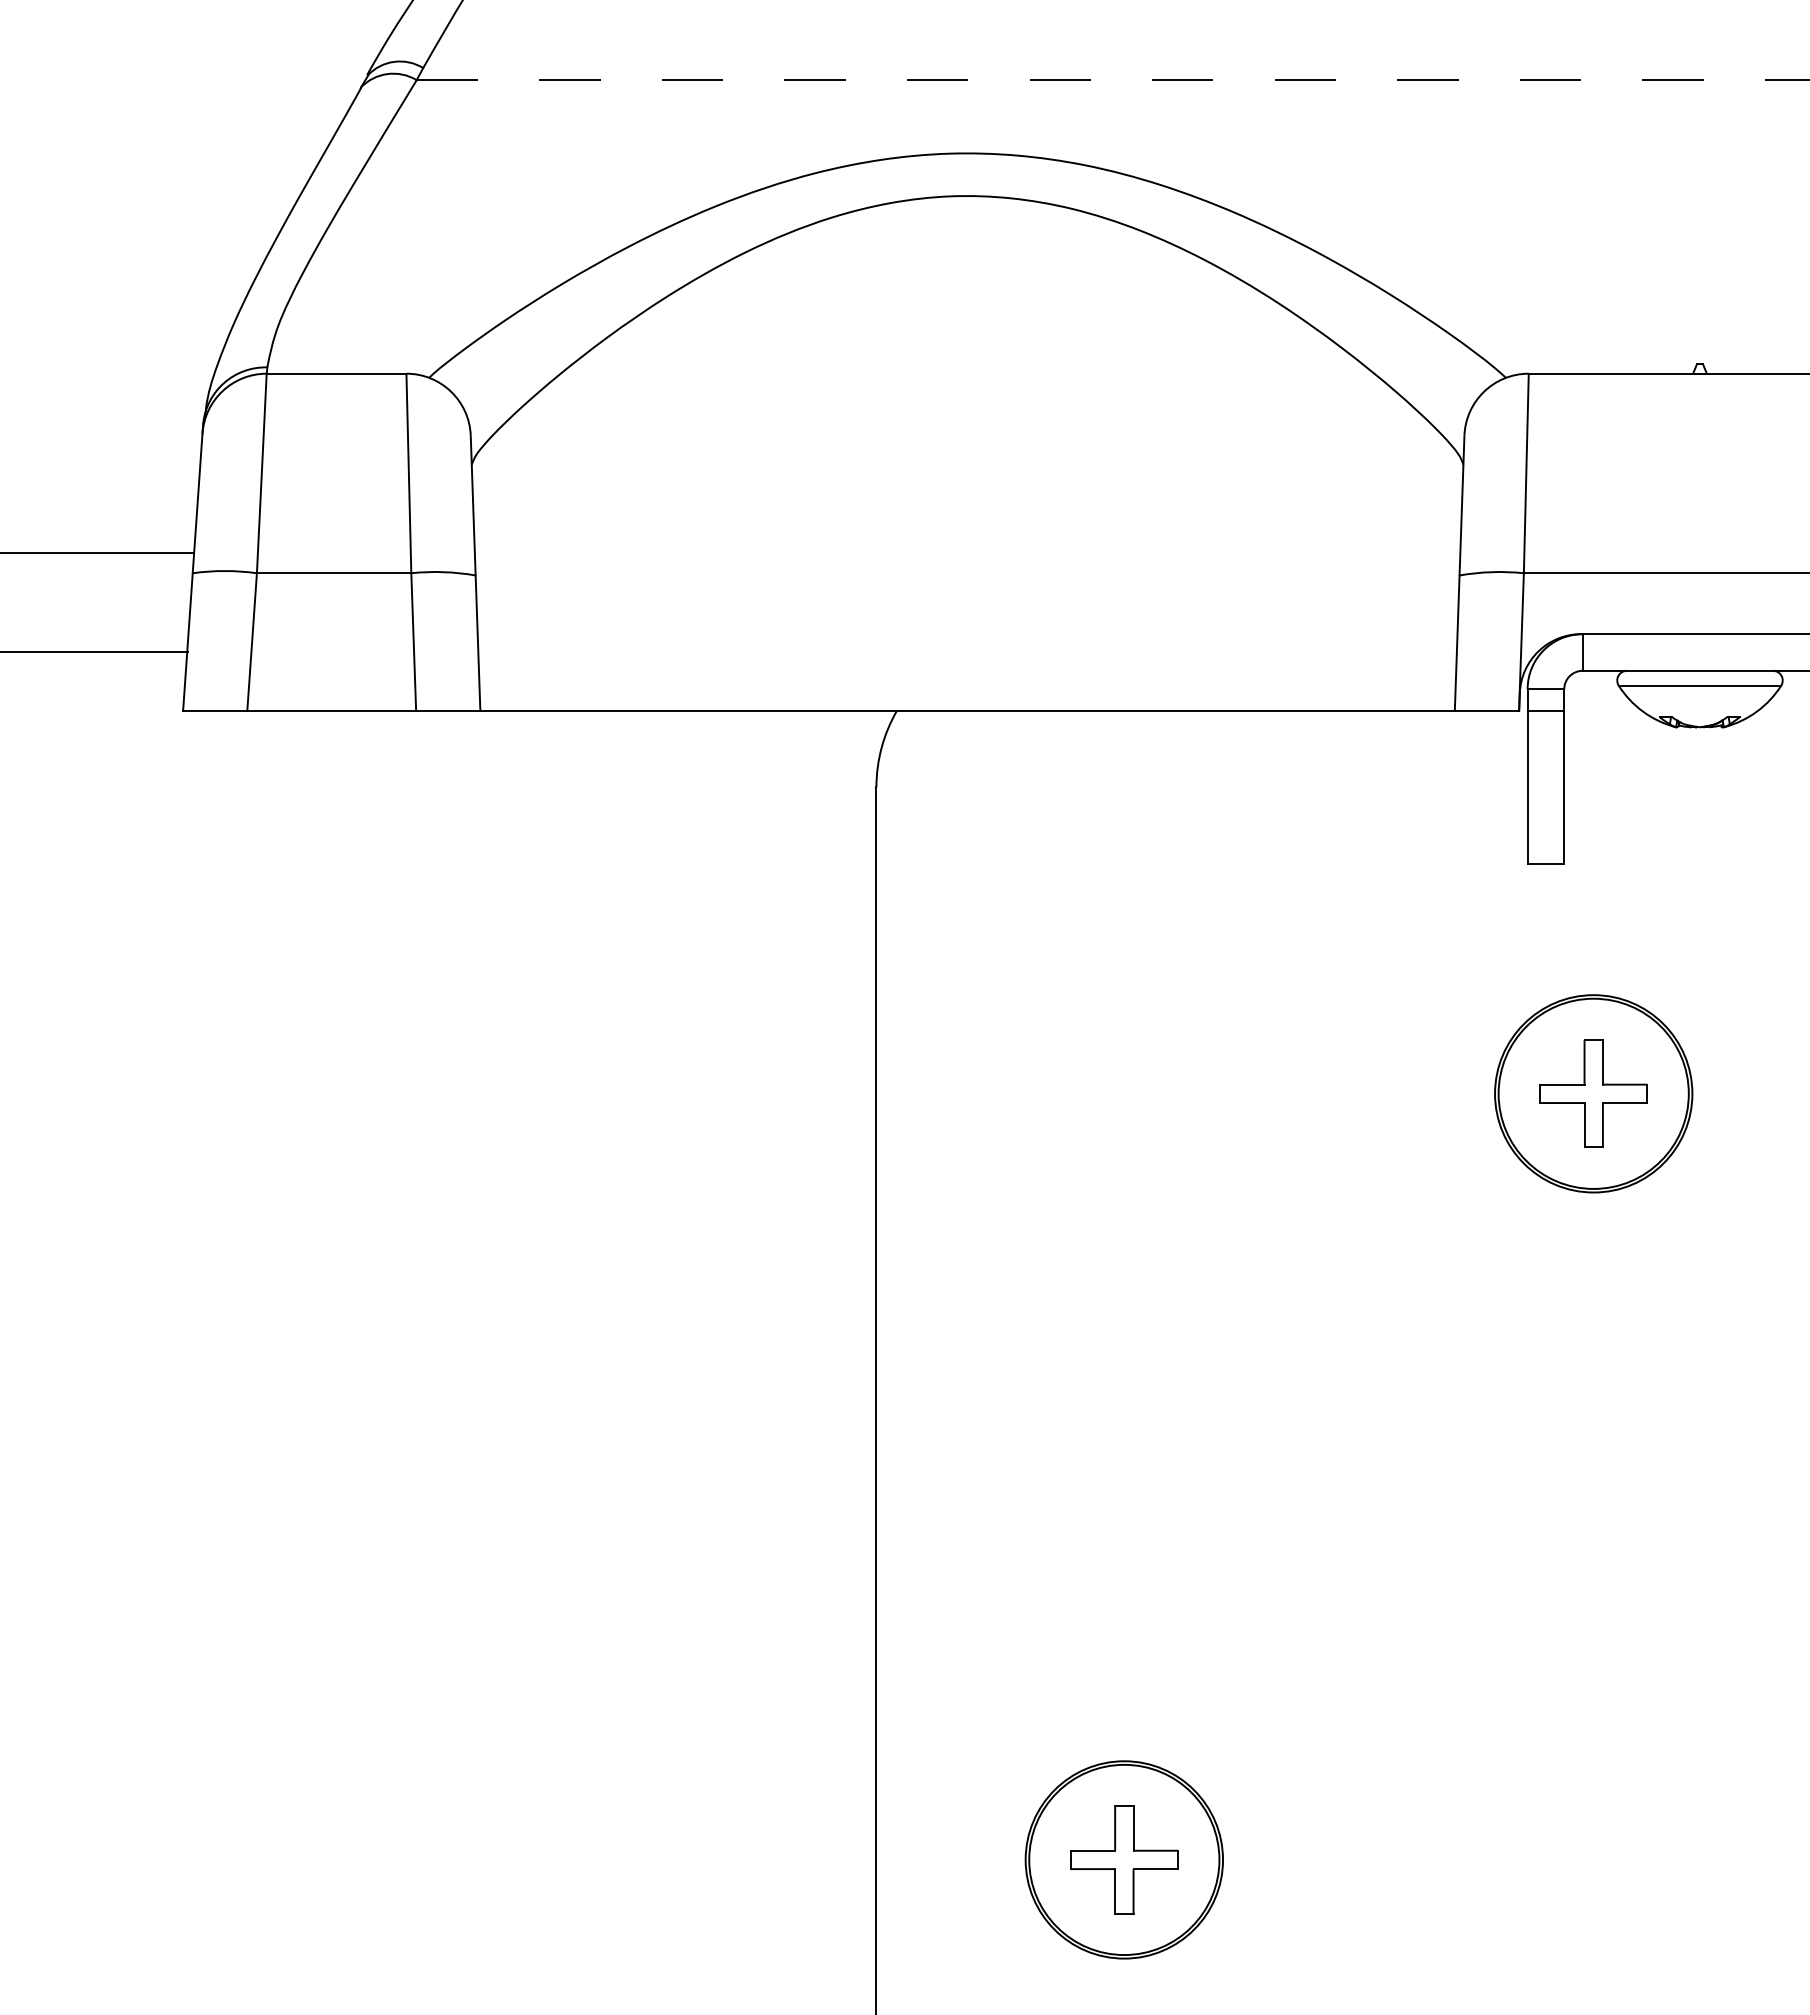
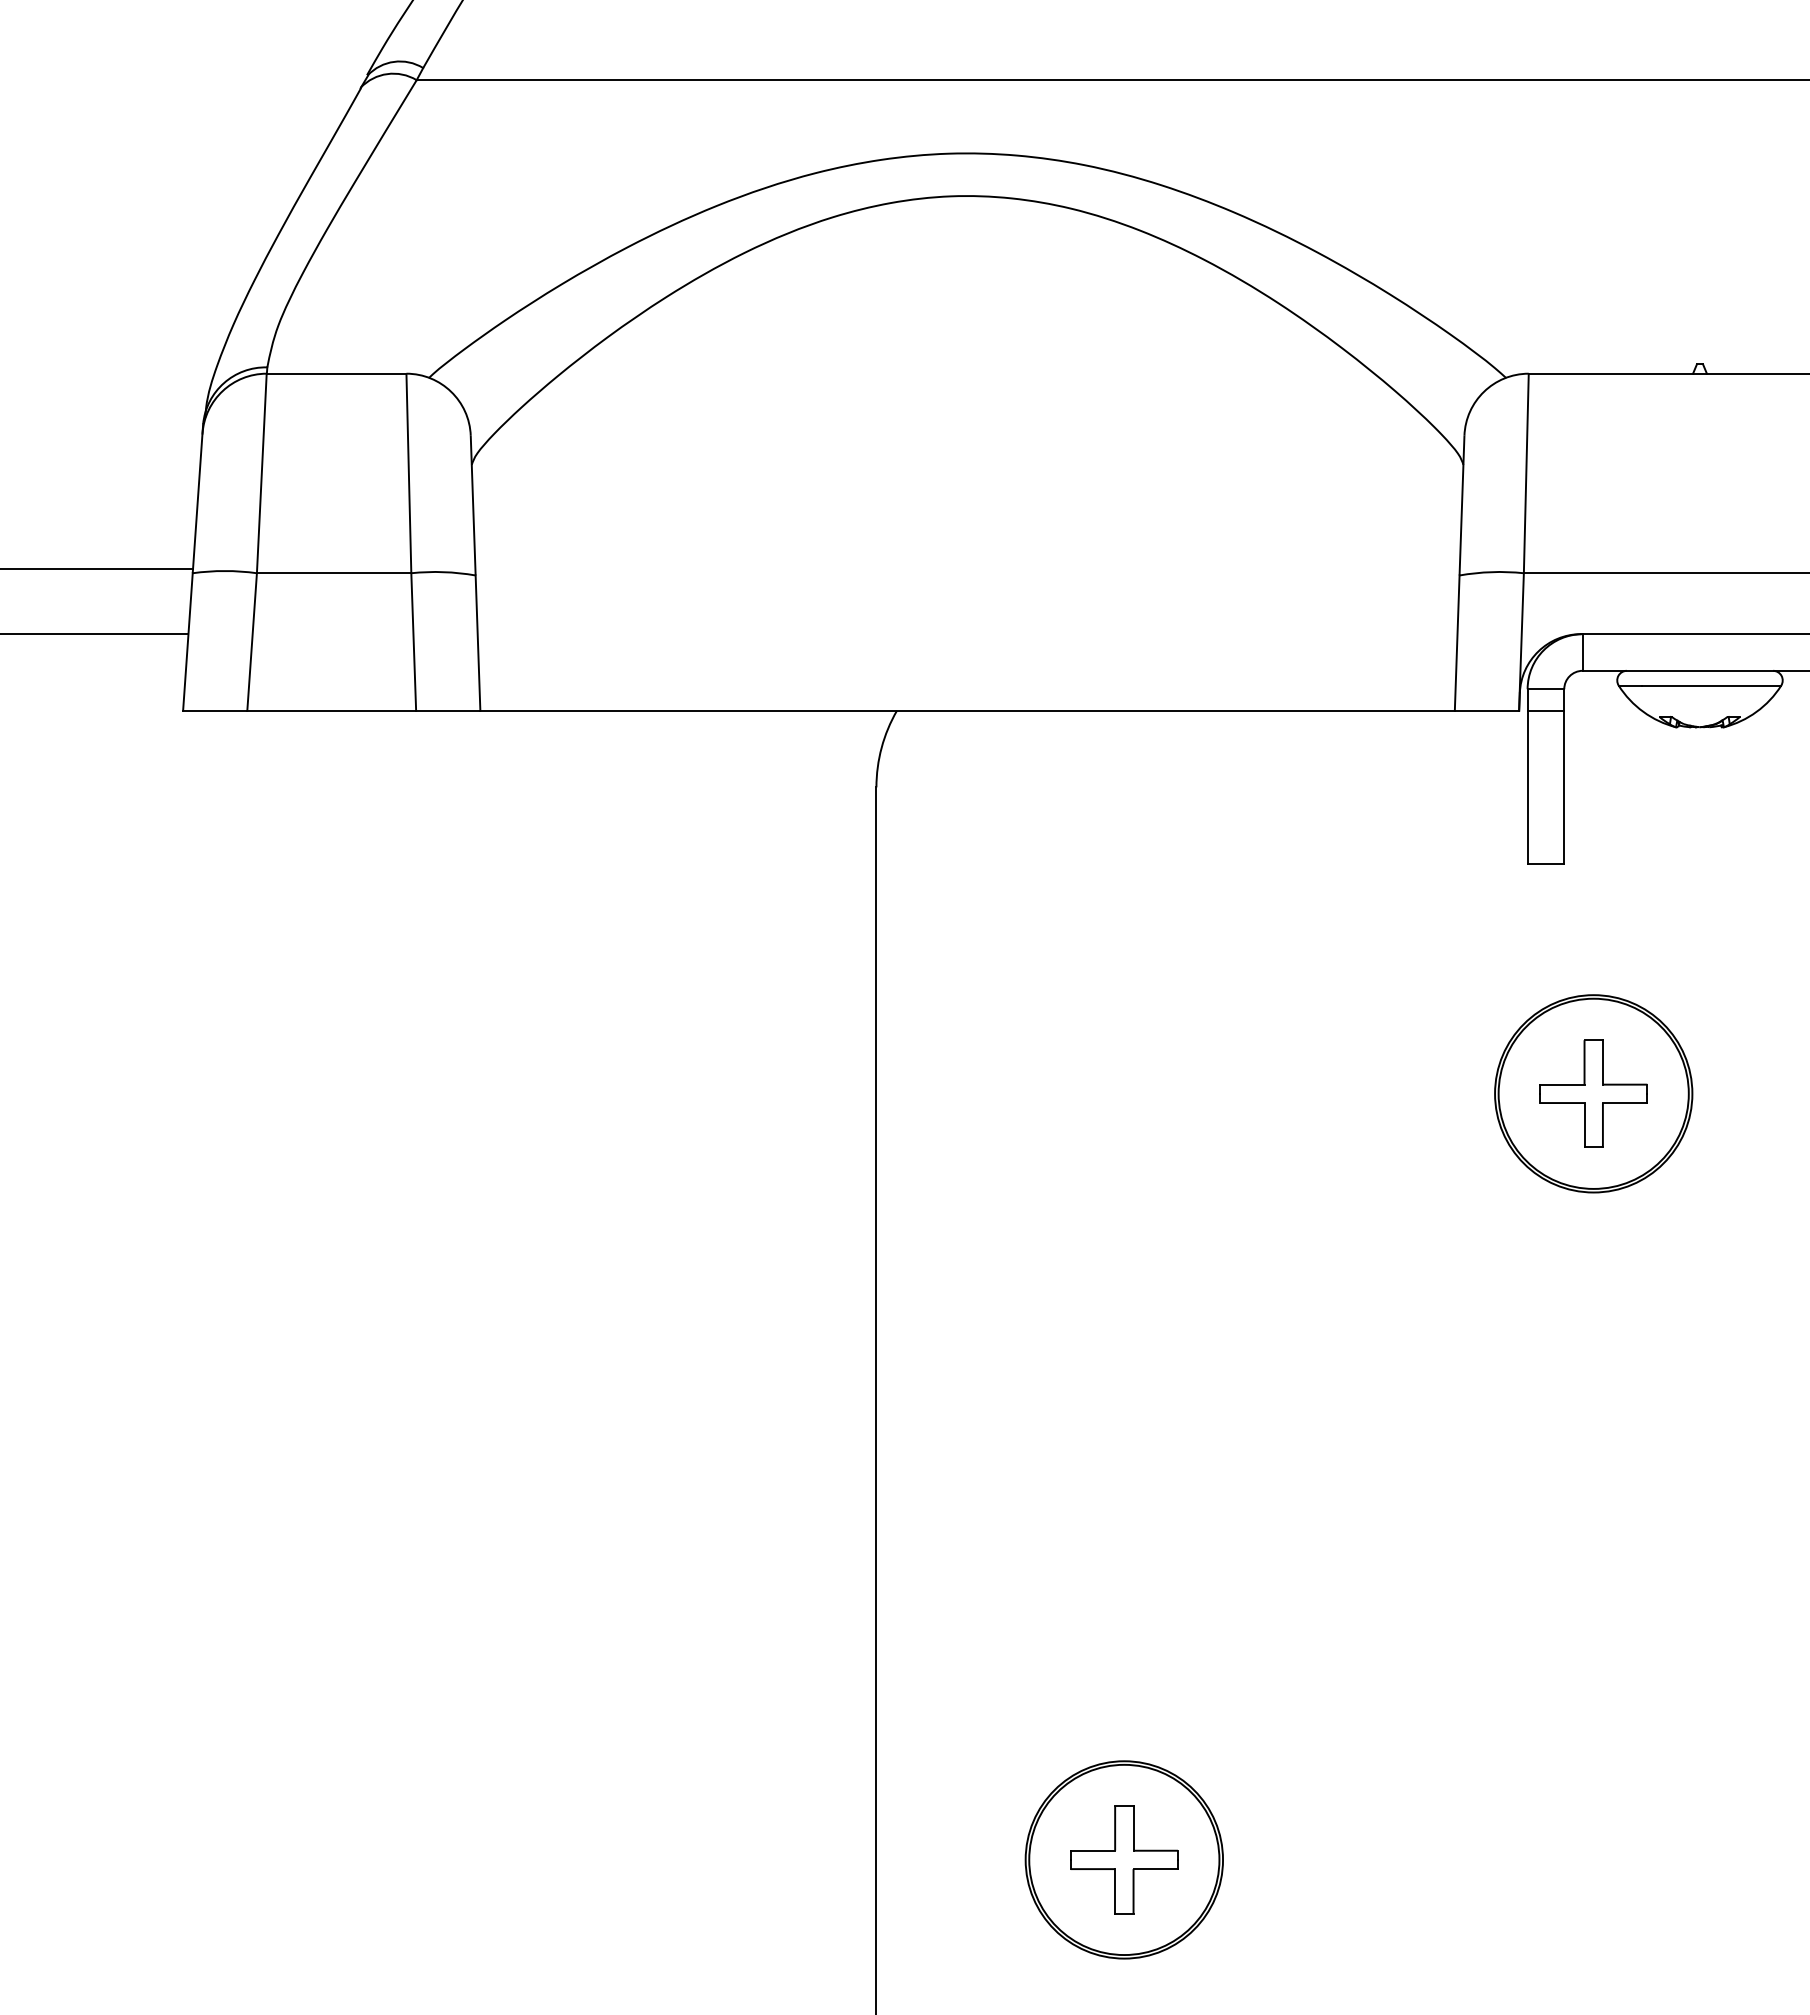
line at (1113, 80): dashed -> solid
line at (97, 553) position: (97, 553) -> (97, 569)
line at (95, 652) position: (95, 652) -> (95, 634)
